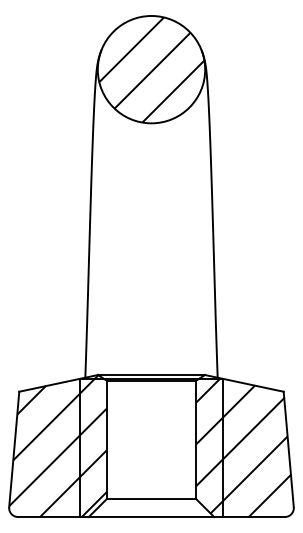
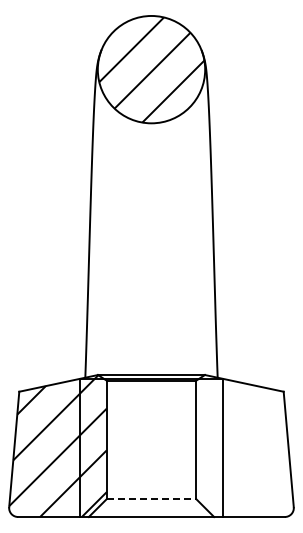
hatch at (243, 447): present -> none
line at (151, 499): solid -> dashed
